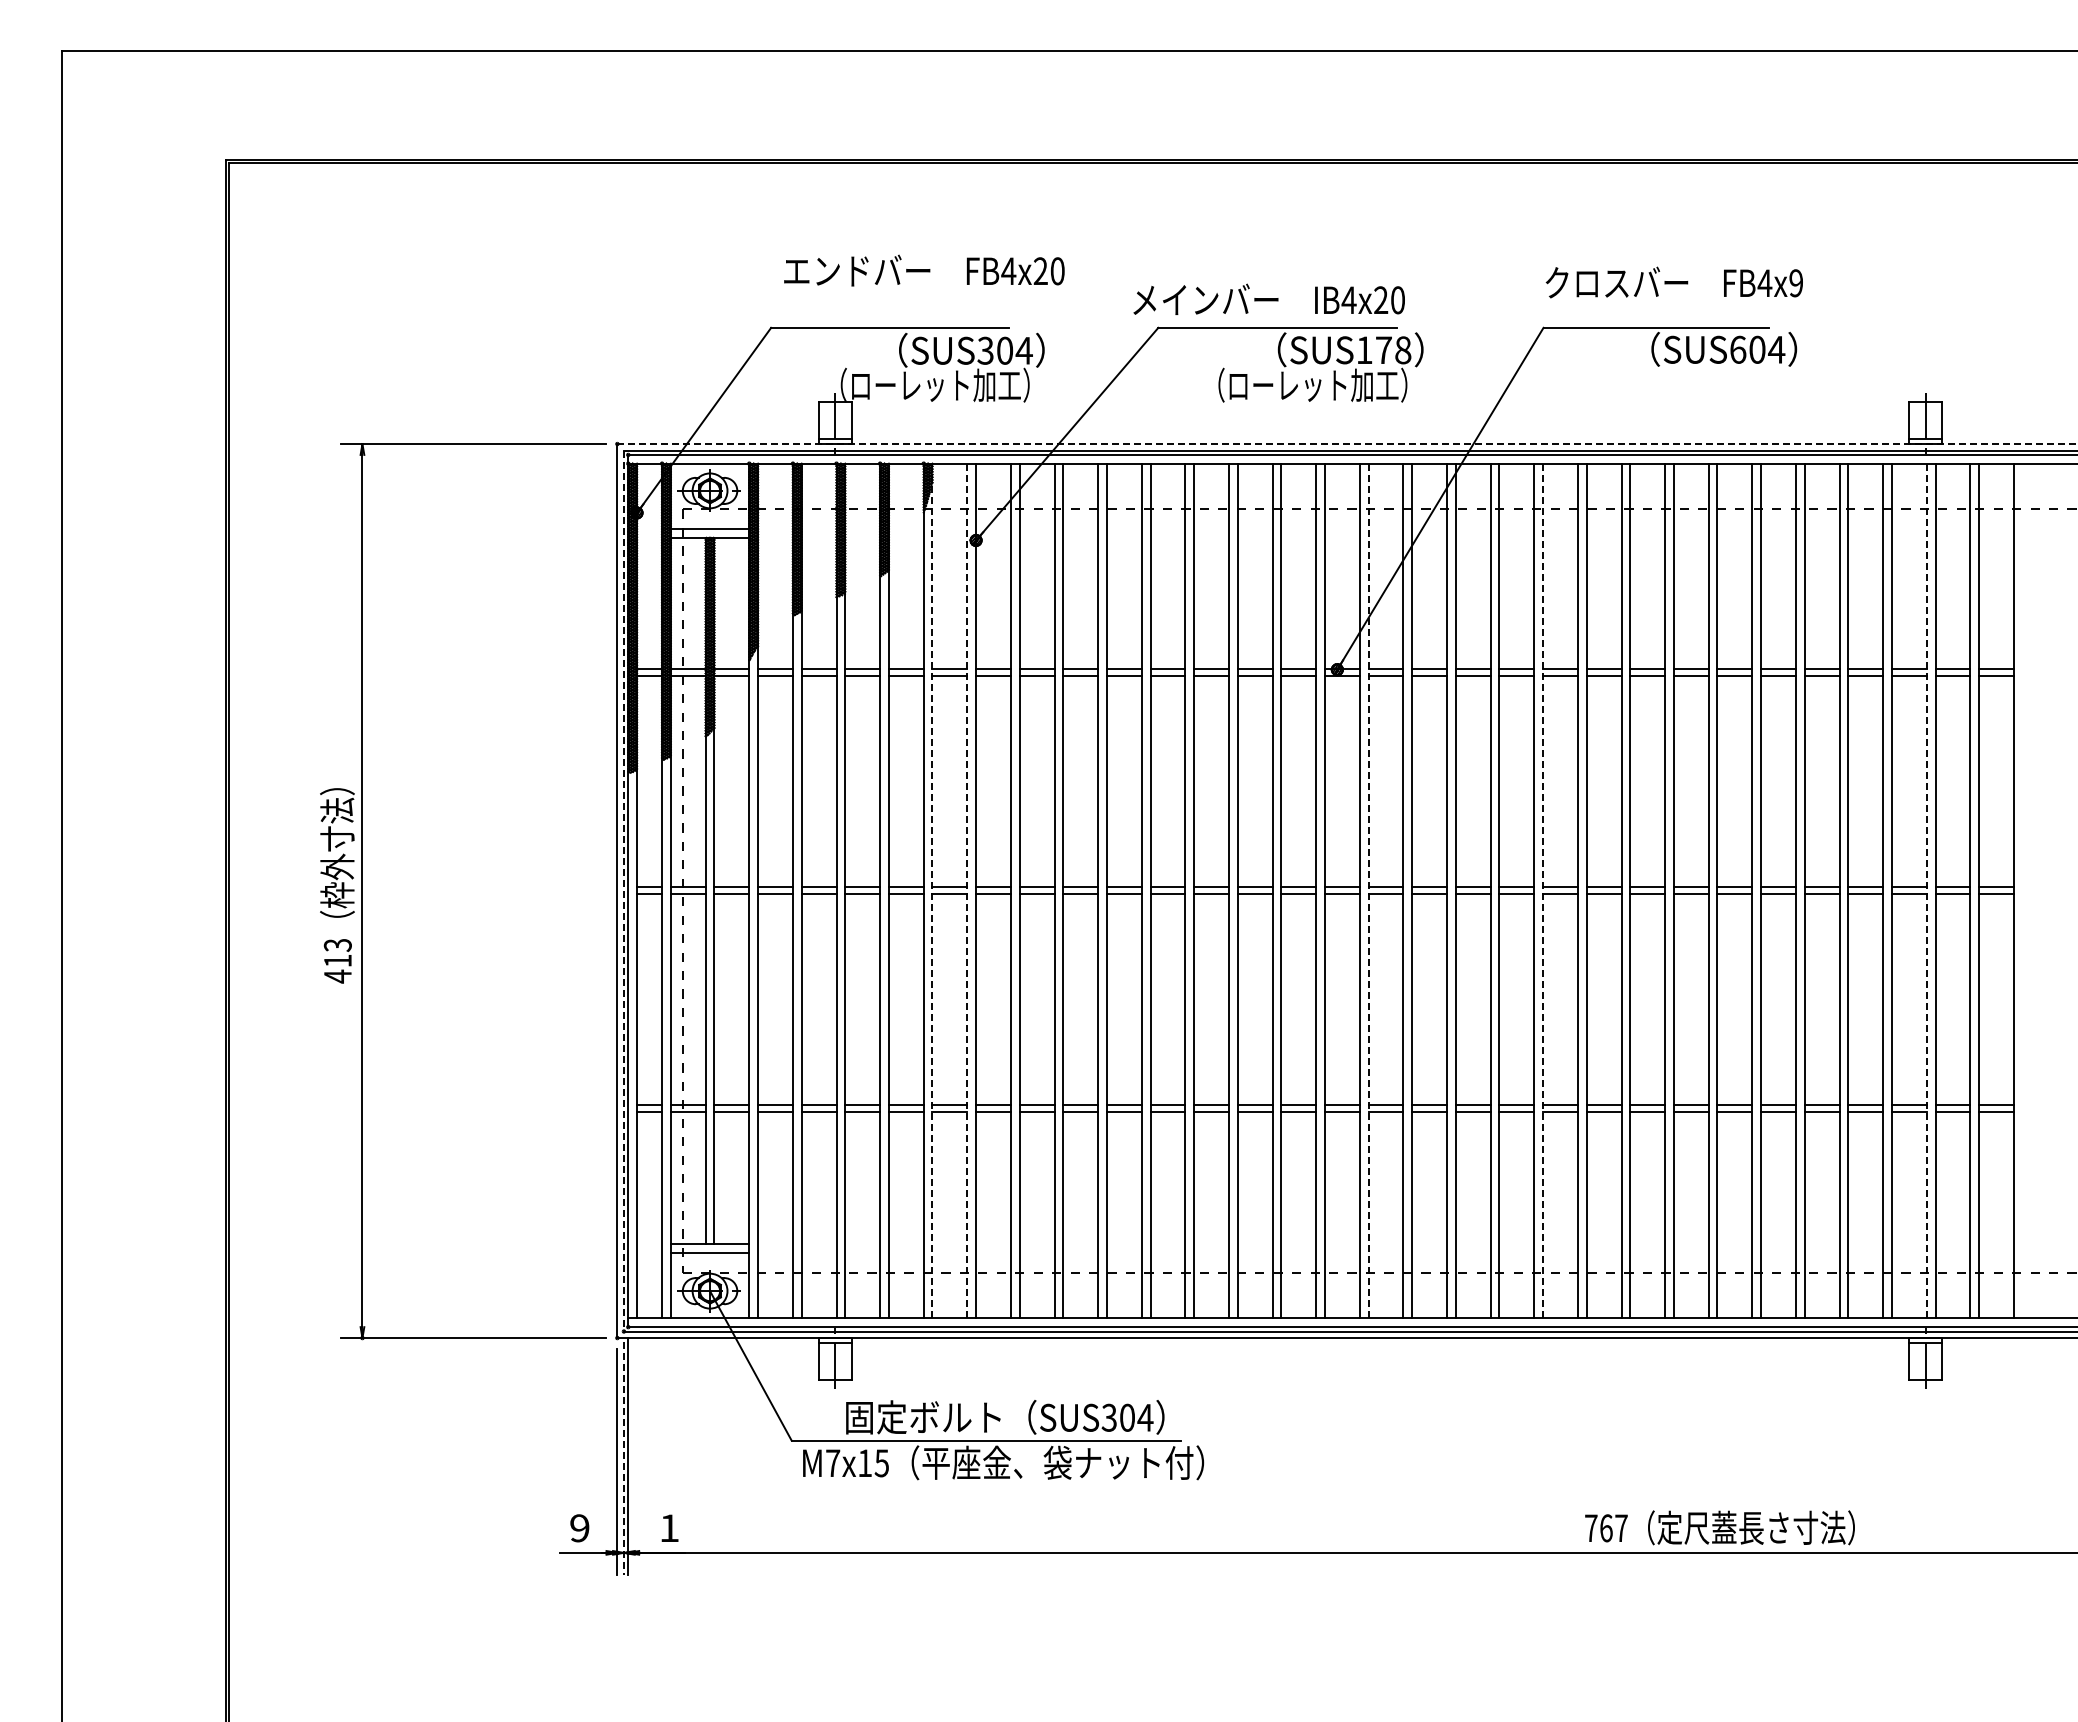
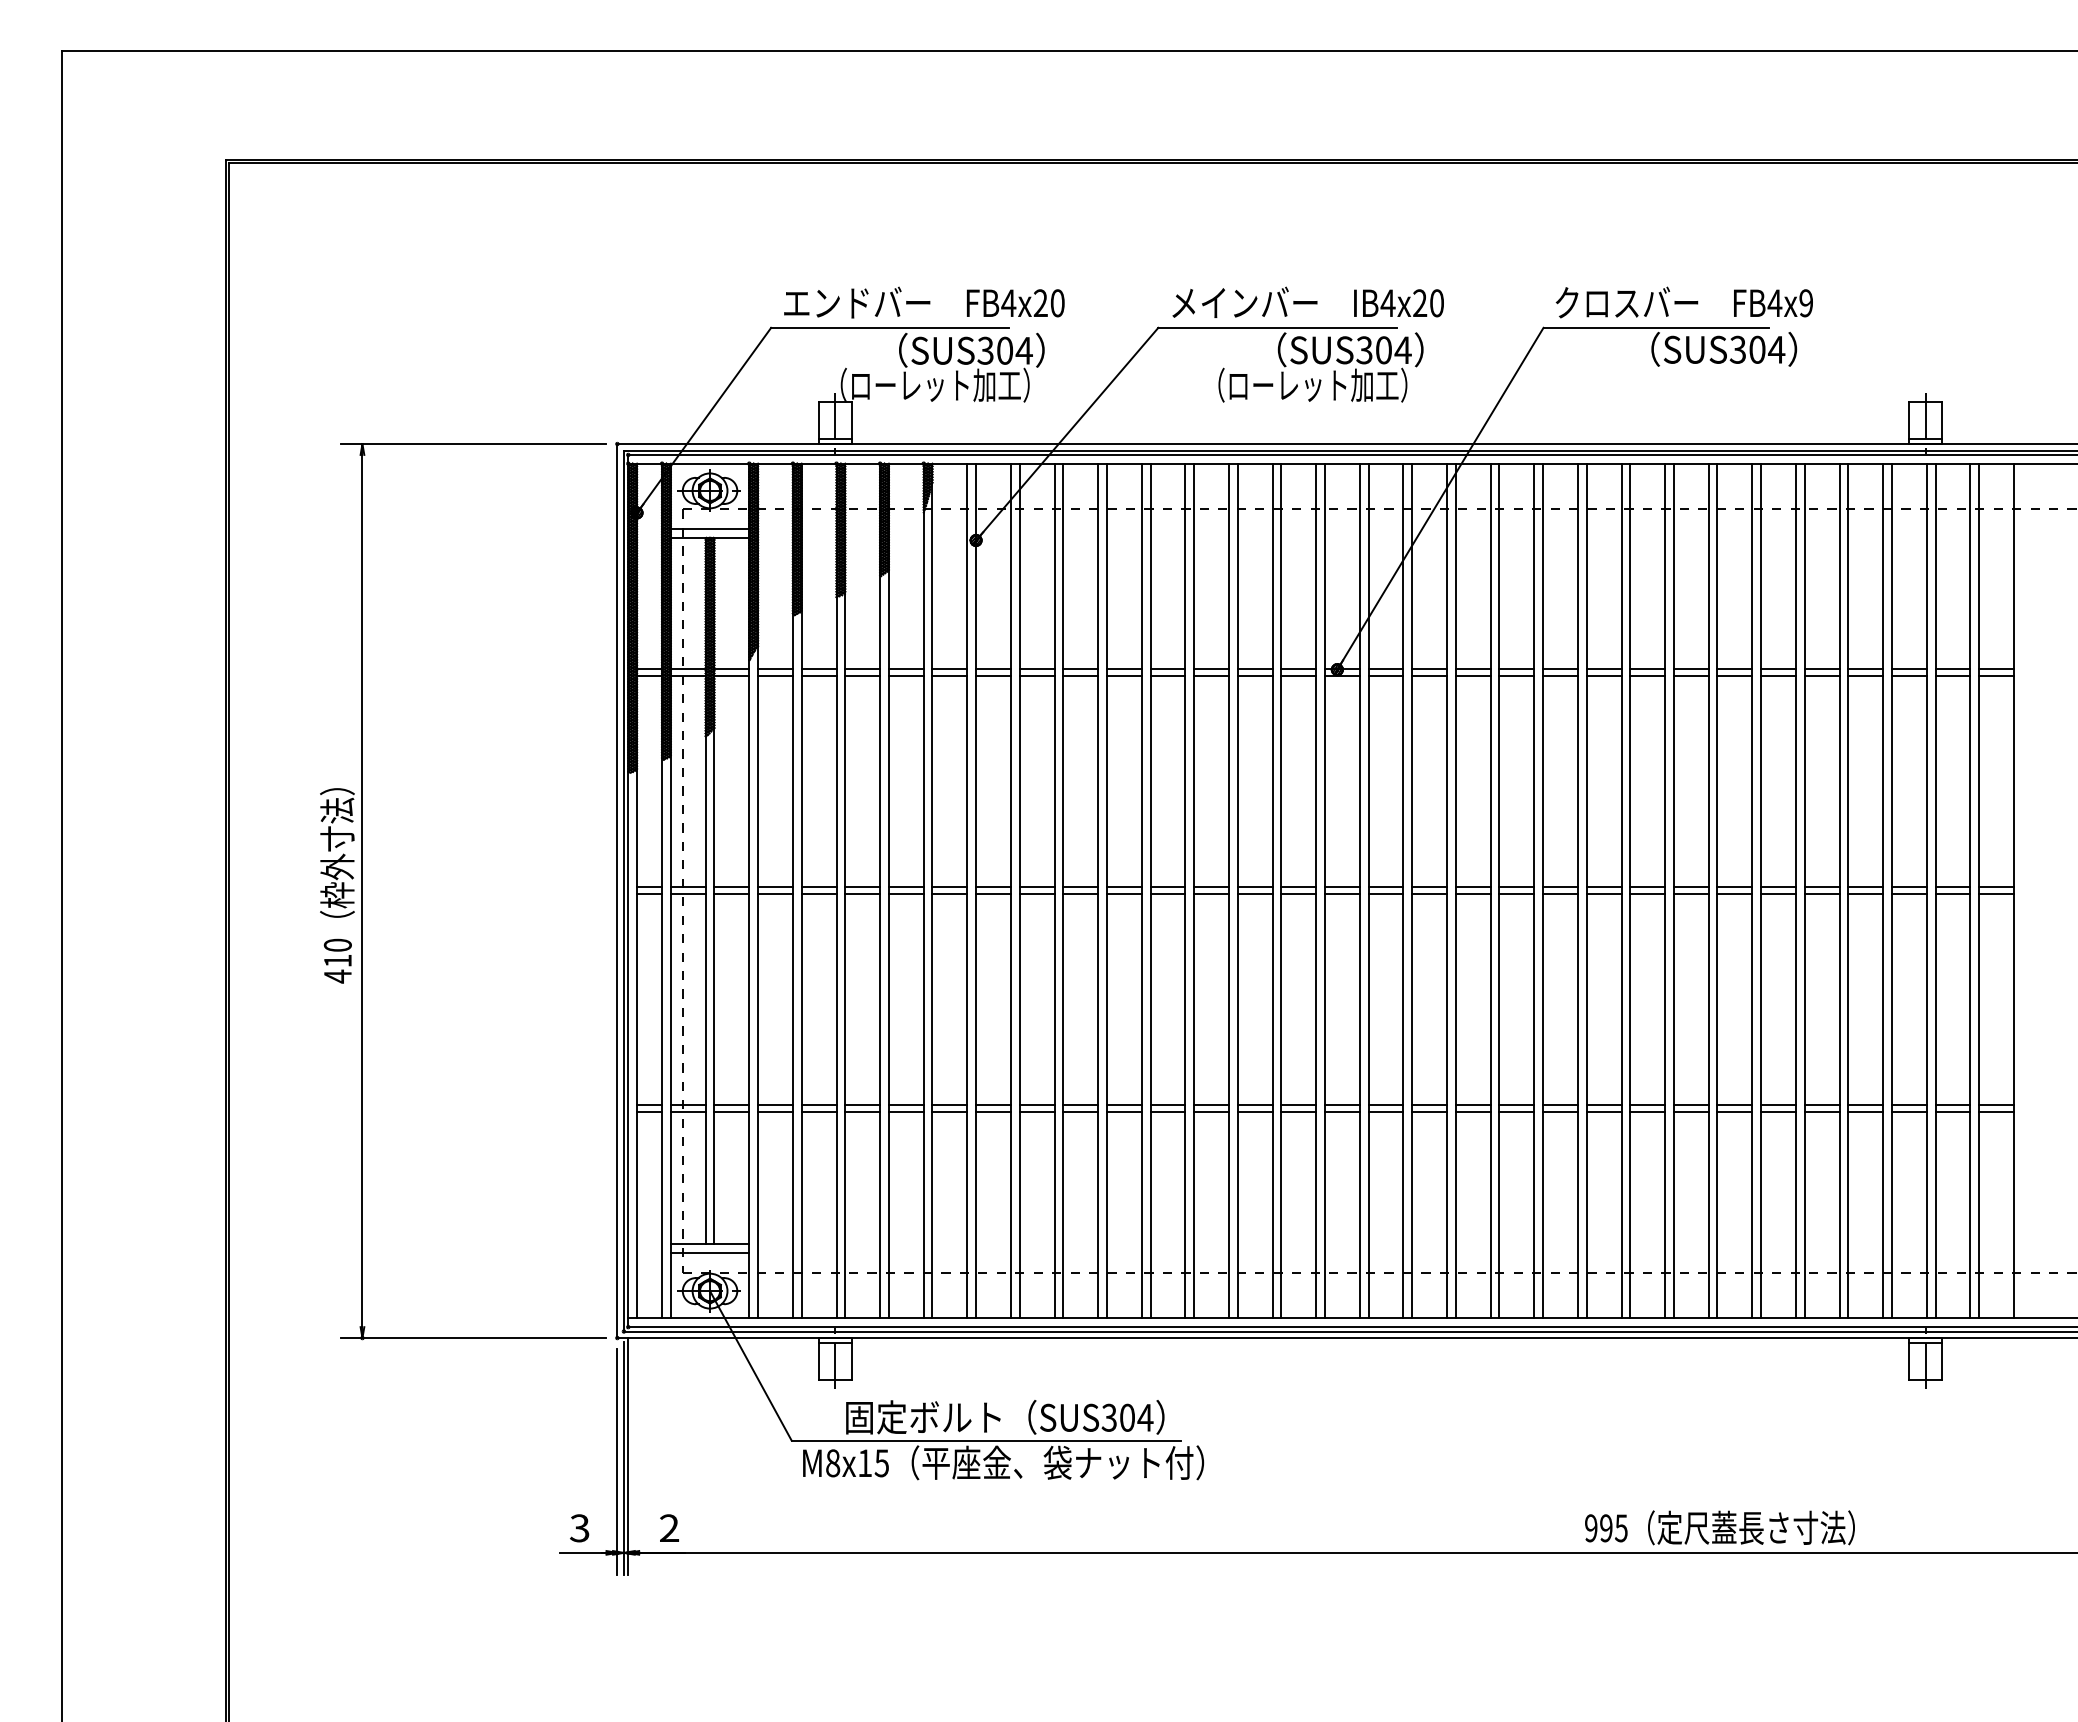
text at (924, 270) position: (924, 270) -> (924, 302)
text at (1673, 282) position: (1673, 282) -> (1683, 302)
text at (1268, 298) position: (1268, 298) -> (1307, 301)
text at (1737, 349): SUS604 -> SUS304
text at (1383, 350): SUS178 -> SUS304
line at (1347, 444): dashed -> solid
line at (623, 891): dashed -> solid
line at (932, 891): dashed -> solid
line at (967, 891): dashed -> solid
line at (1368, 891): dashed -> solid
line at (1543, 891): dashed -> solid
line at (1926, 891): dashed -> solid
text at (337, 945): 413 -> 410
line at (623, 1459): dashed -> solid
text at (833, 1463): M7x15 -> M8x15
text at (669, 1527): 1 -> 2
text at (579, 1528): 9 -> 3
text at (1606, 1528): 767 -> 995
